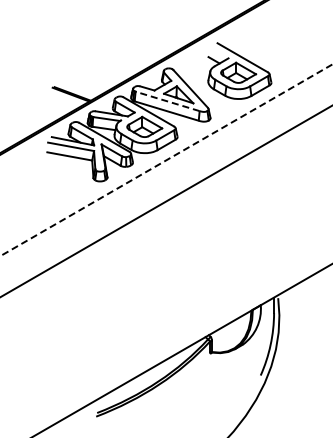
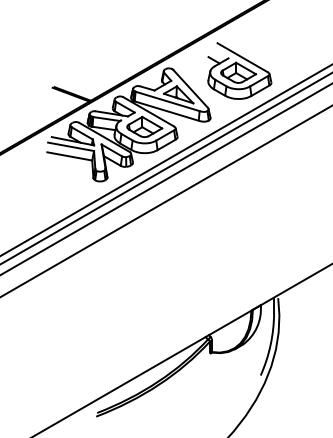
line at (167, 101): dashed -> solid
line at (166, 160): dashed -> solid
line at (165, 168): none -> present
line at (165, 179): none -> present
